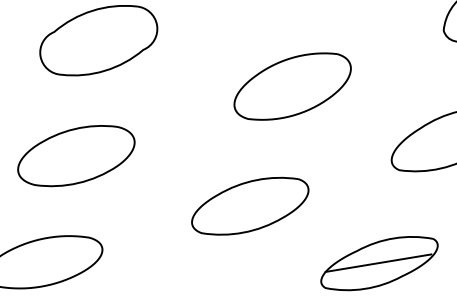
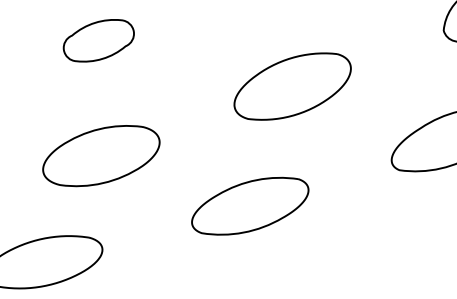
part at (98, 40) size: 120x72 px -> 73x44 px
part at (76, 156) position: (76, 156) -> (101, 156)
part at (379, 263): present -> none
